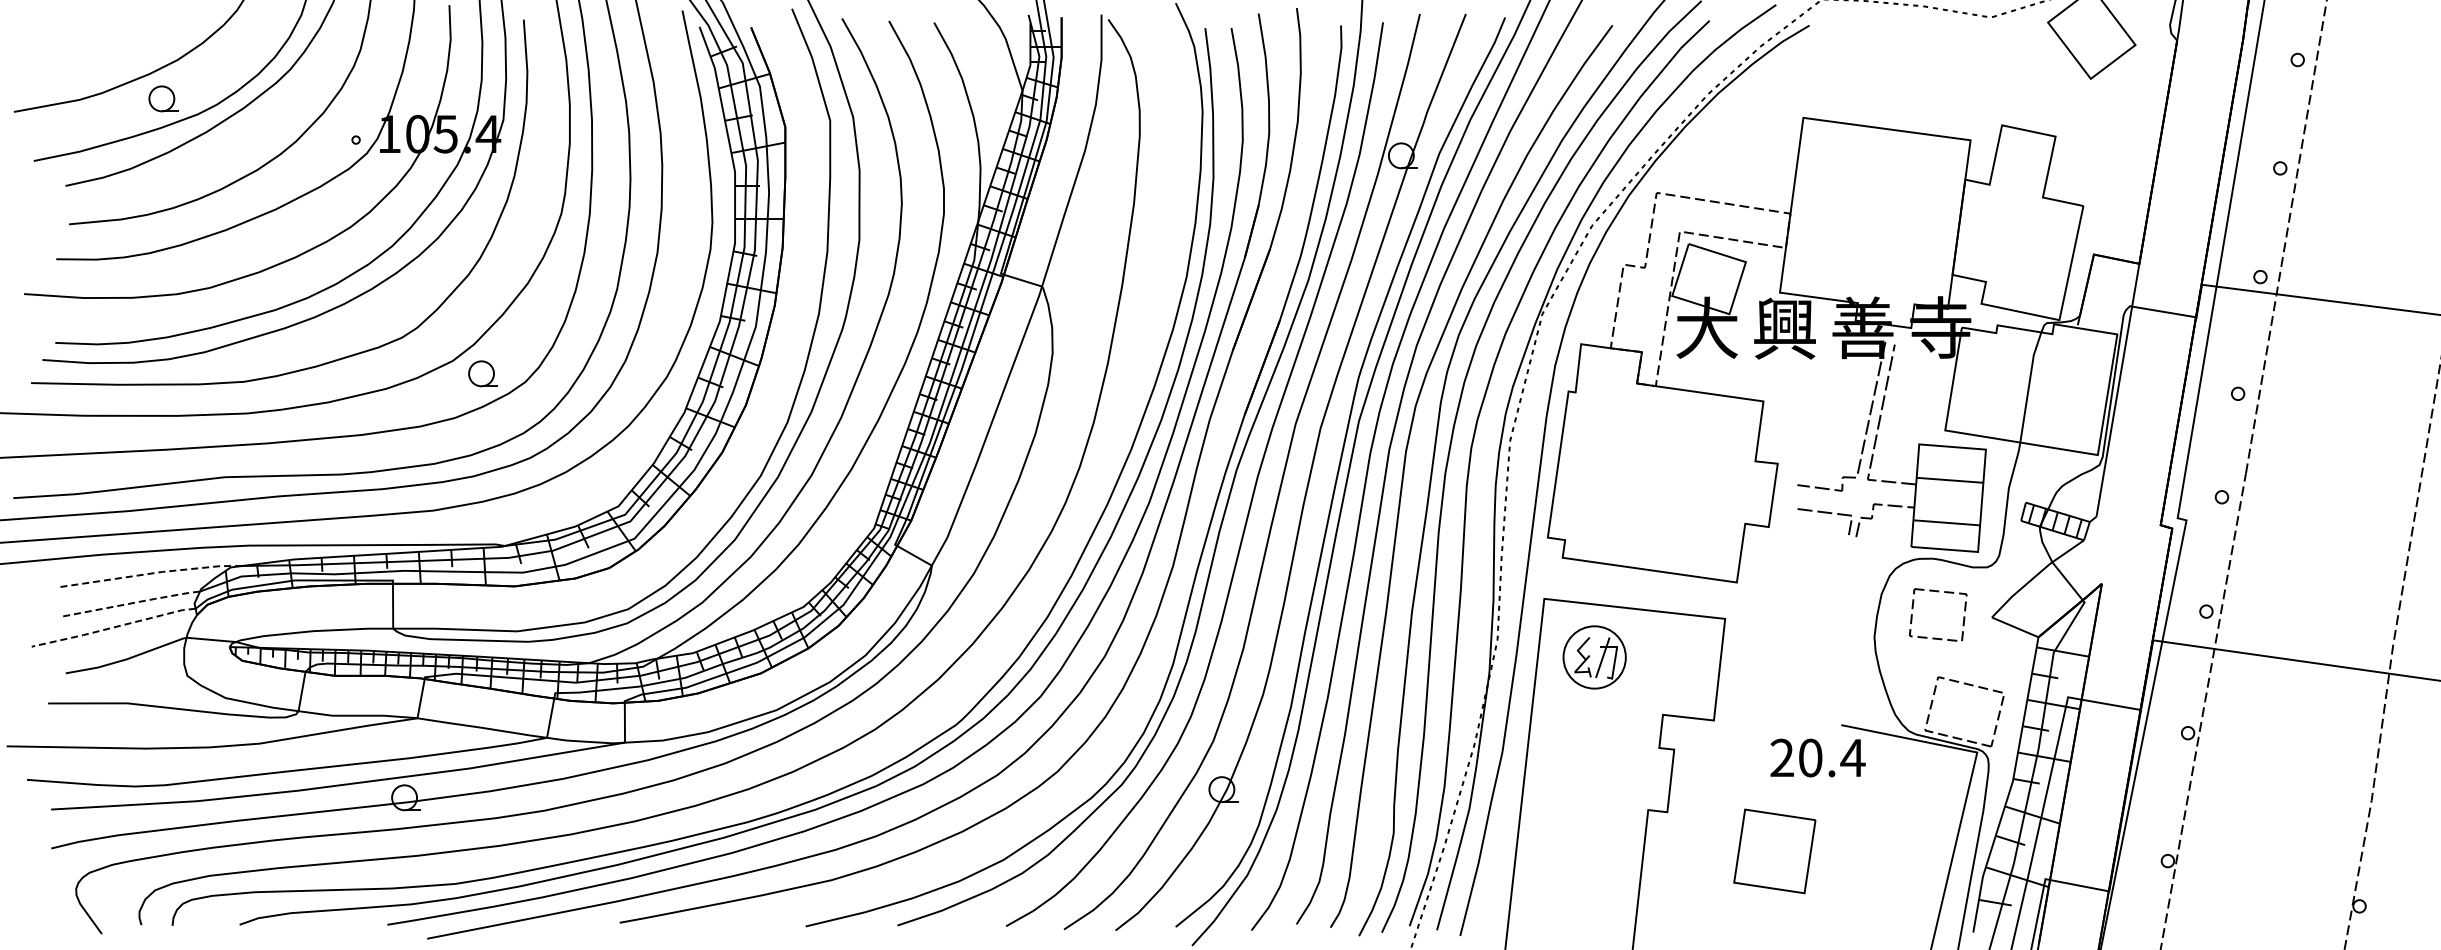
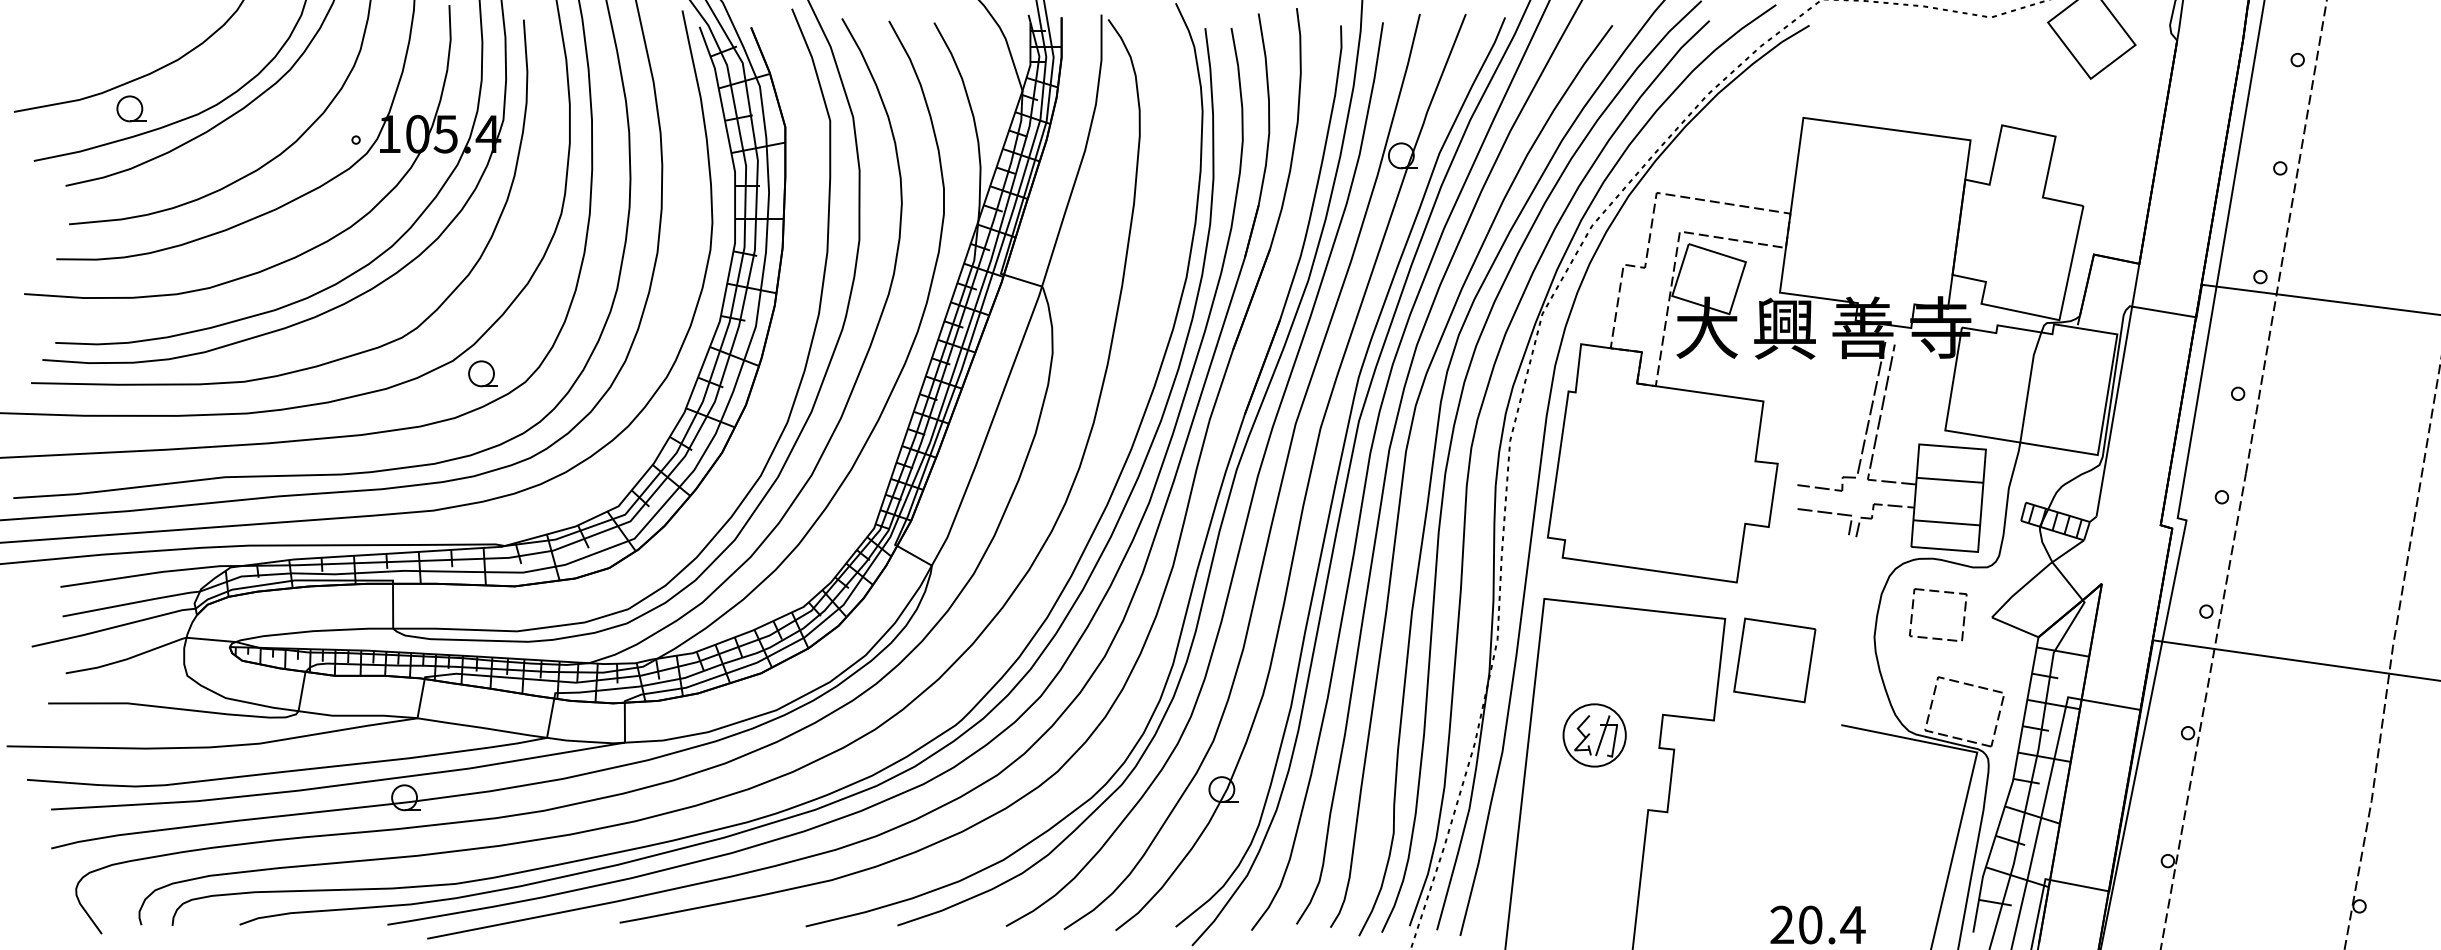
part at (163, 98) position: (163, 98) -> (131, 108)
line at (152, 573): dashed -> solid
line at (131, 603): dashed -> solid
line at (114, 627): dashed -> solid
part at (1594, 657) position: (1594, 657) -> (1594, 735)
text at (1817, 757) position: (1817, 757) -> (1817, 924)
part at (1774, 851) position: (1774, 851) -> (1774, 660)
